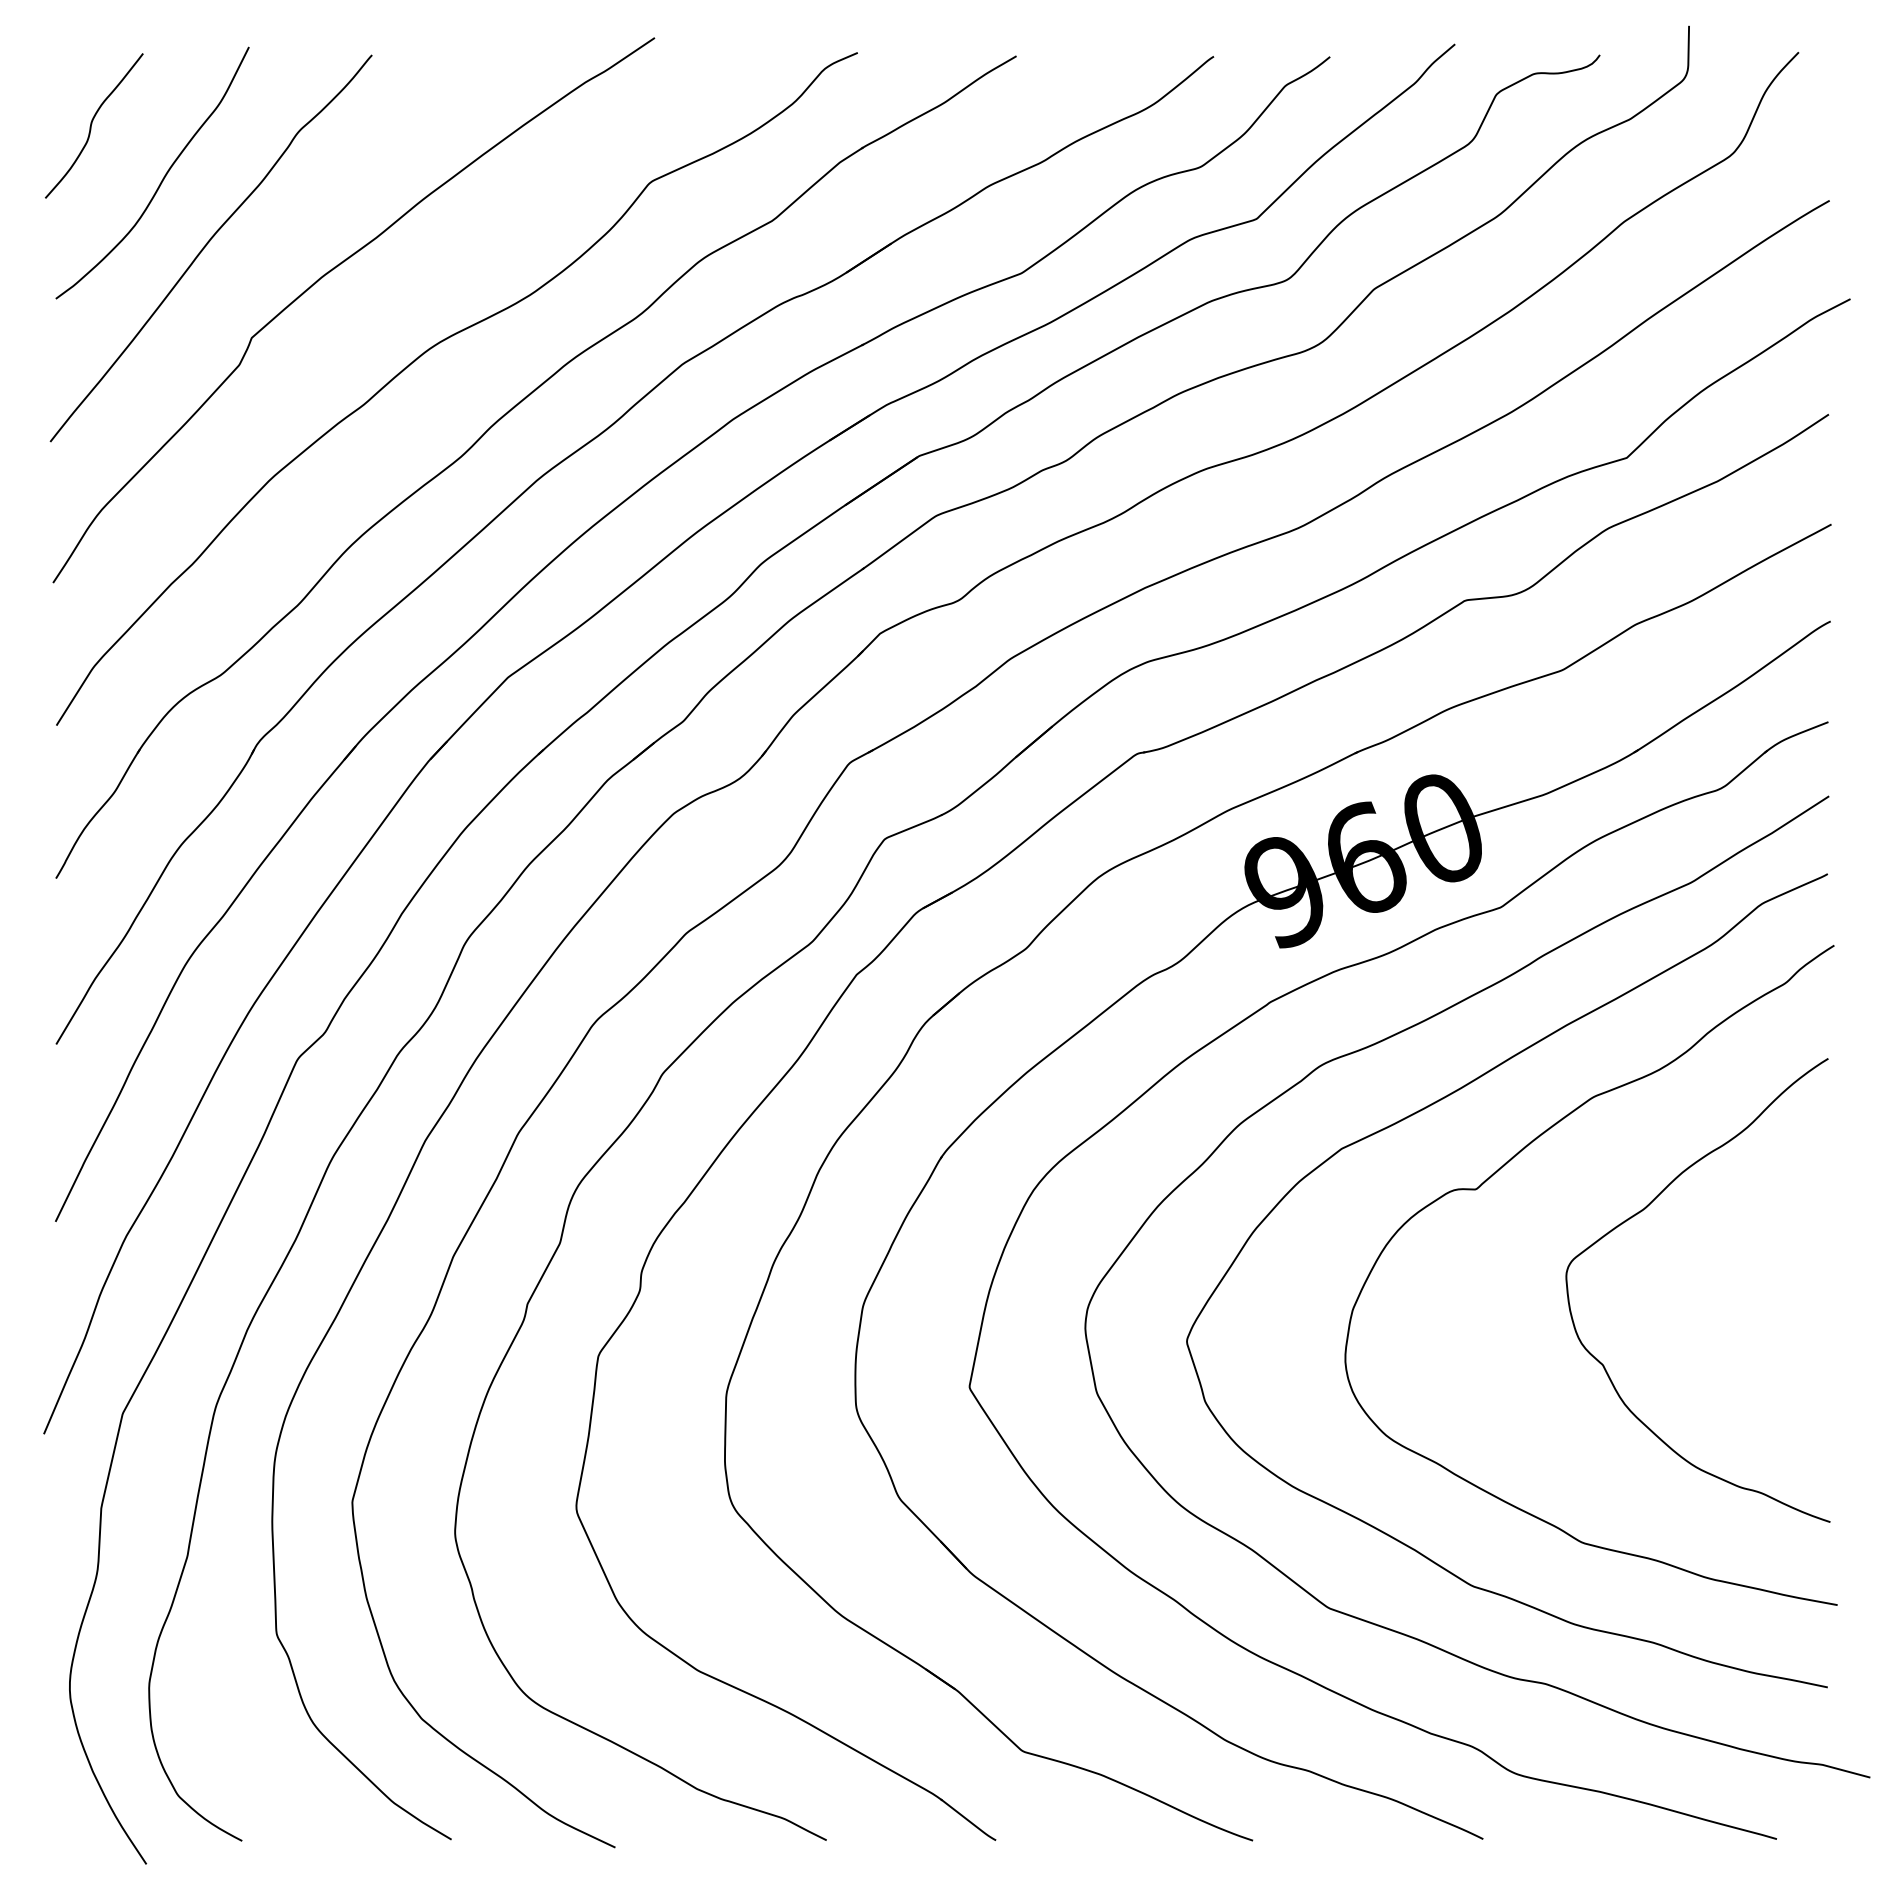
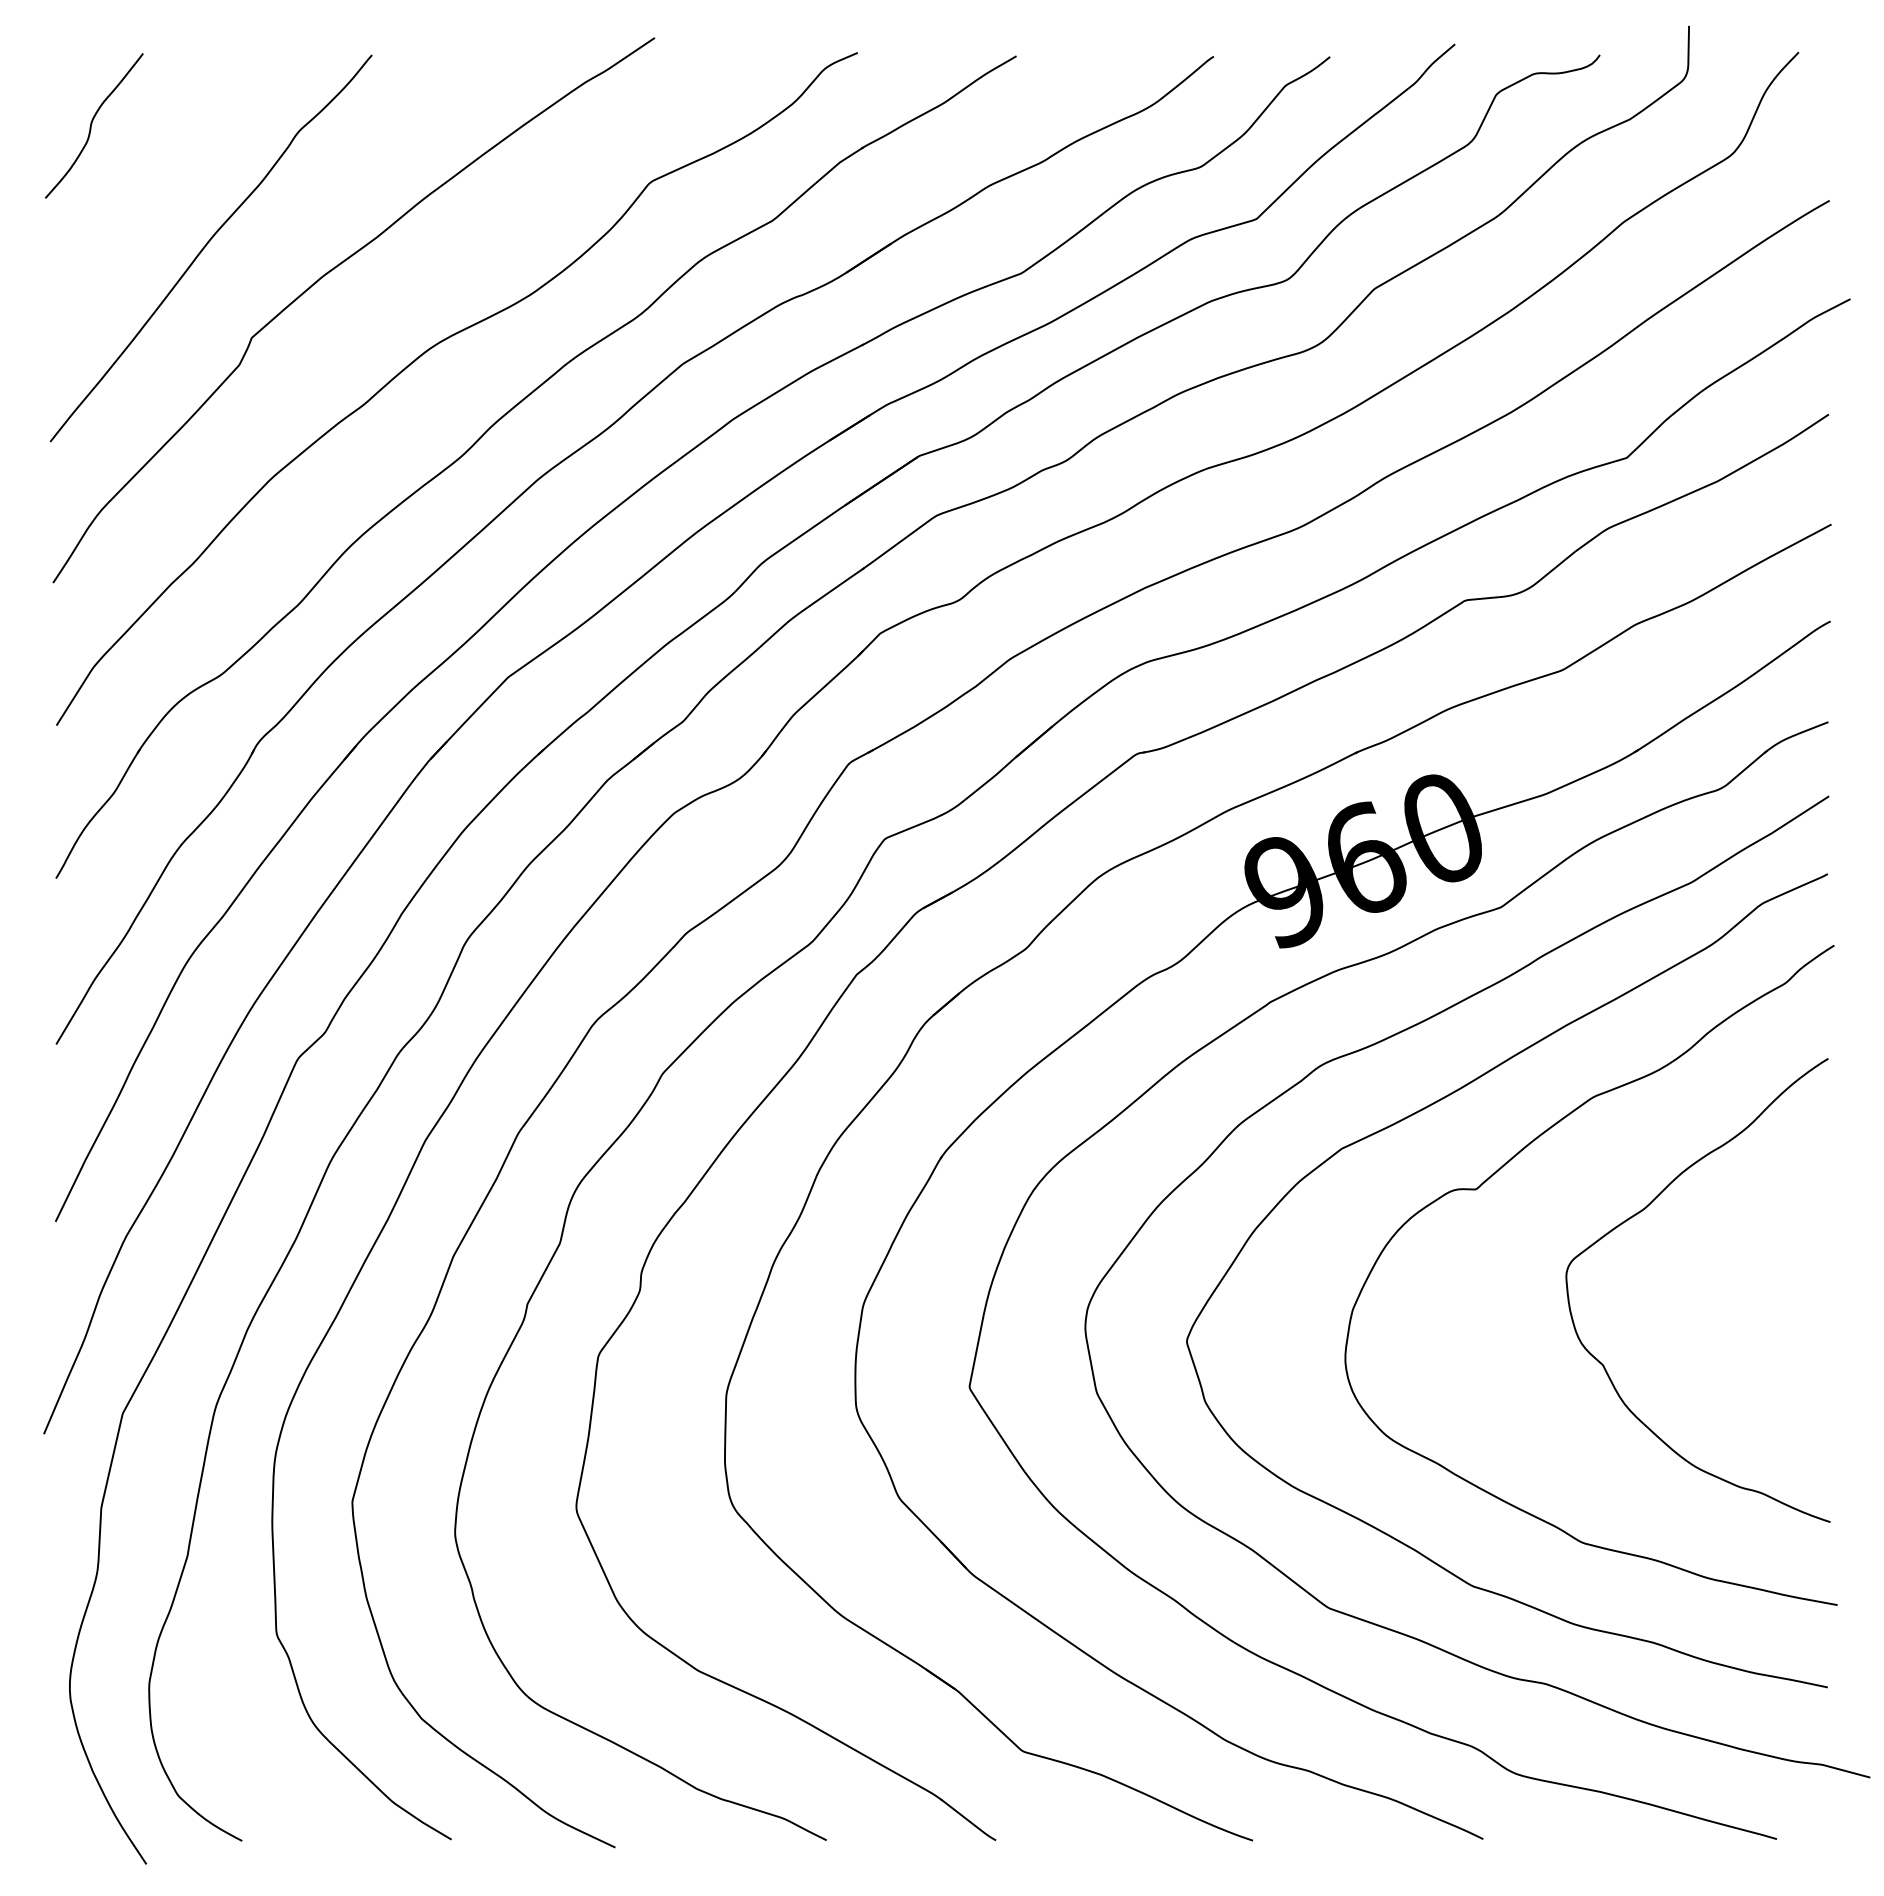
curve at (162, 178): present -> none
